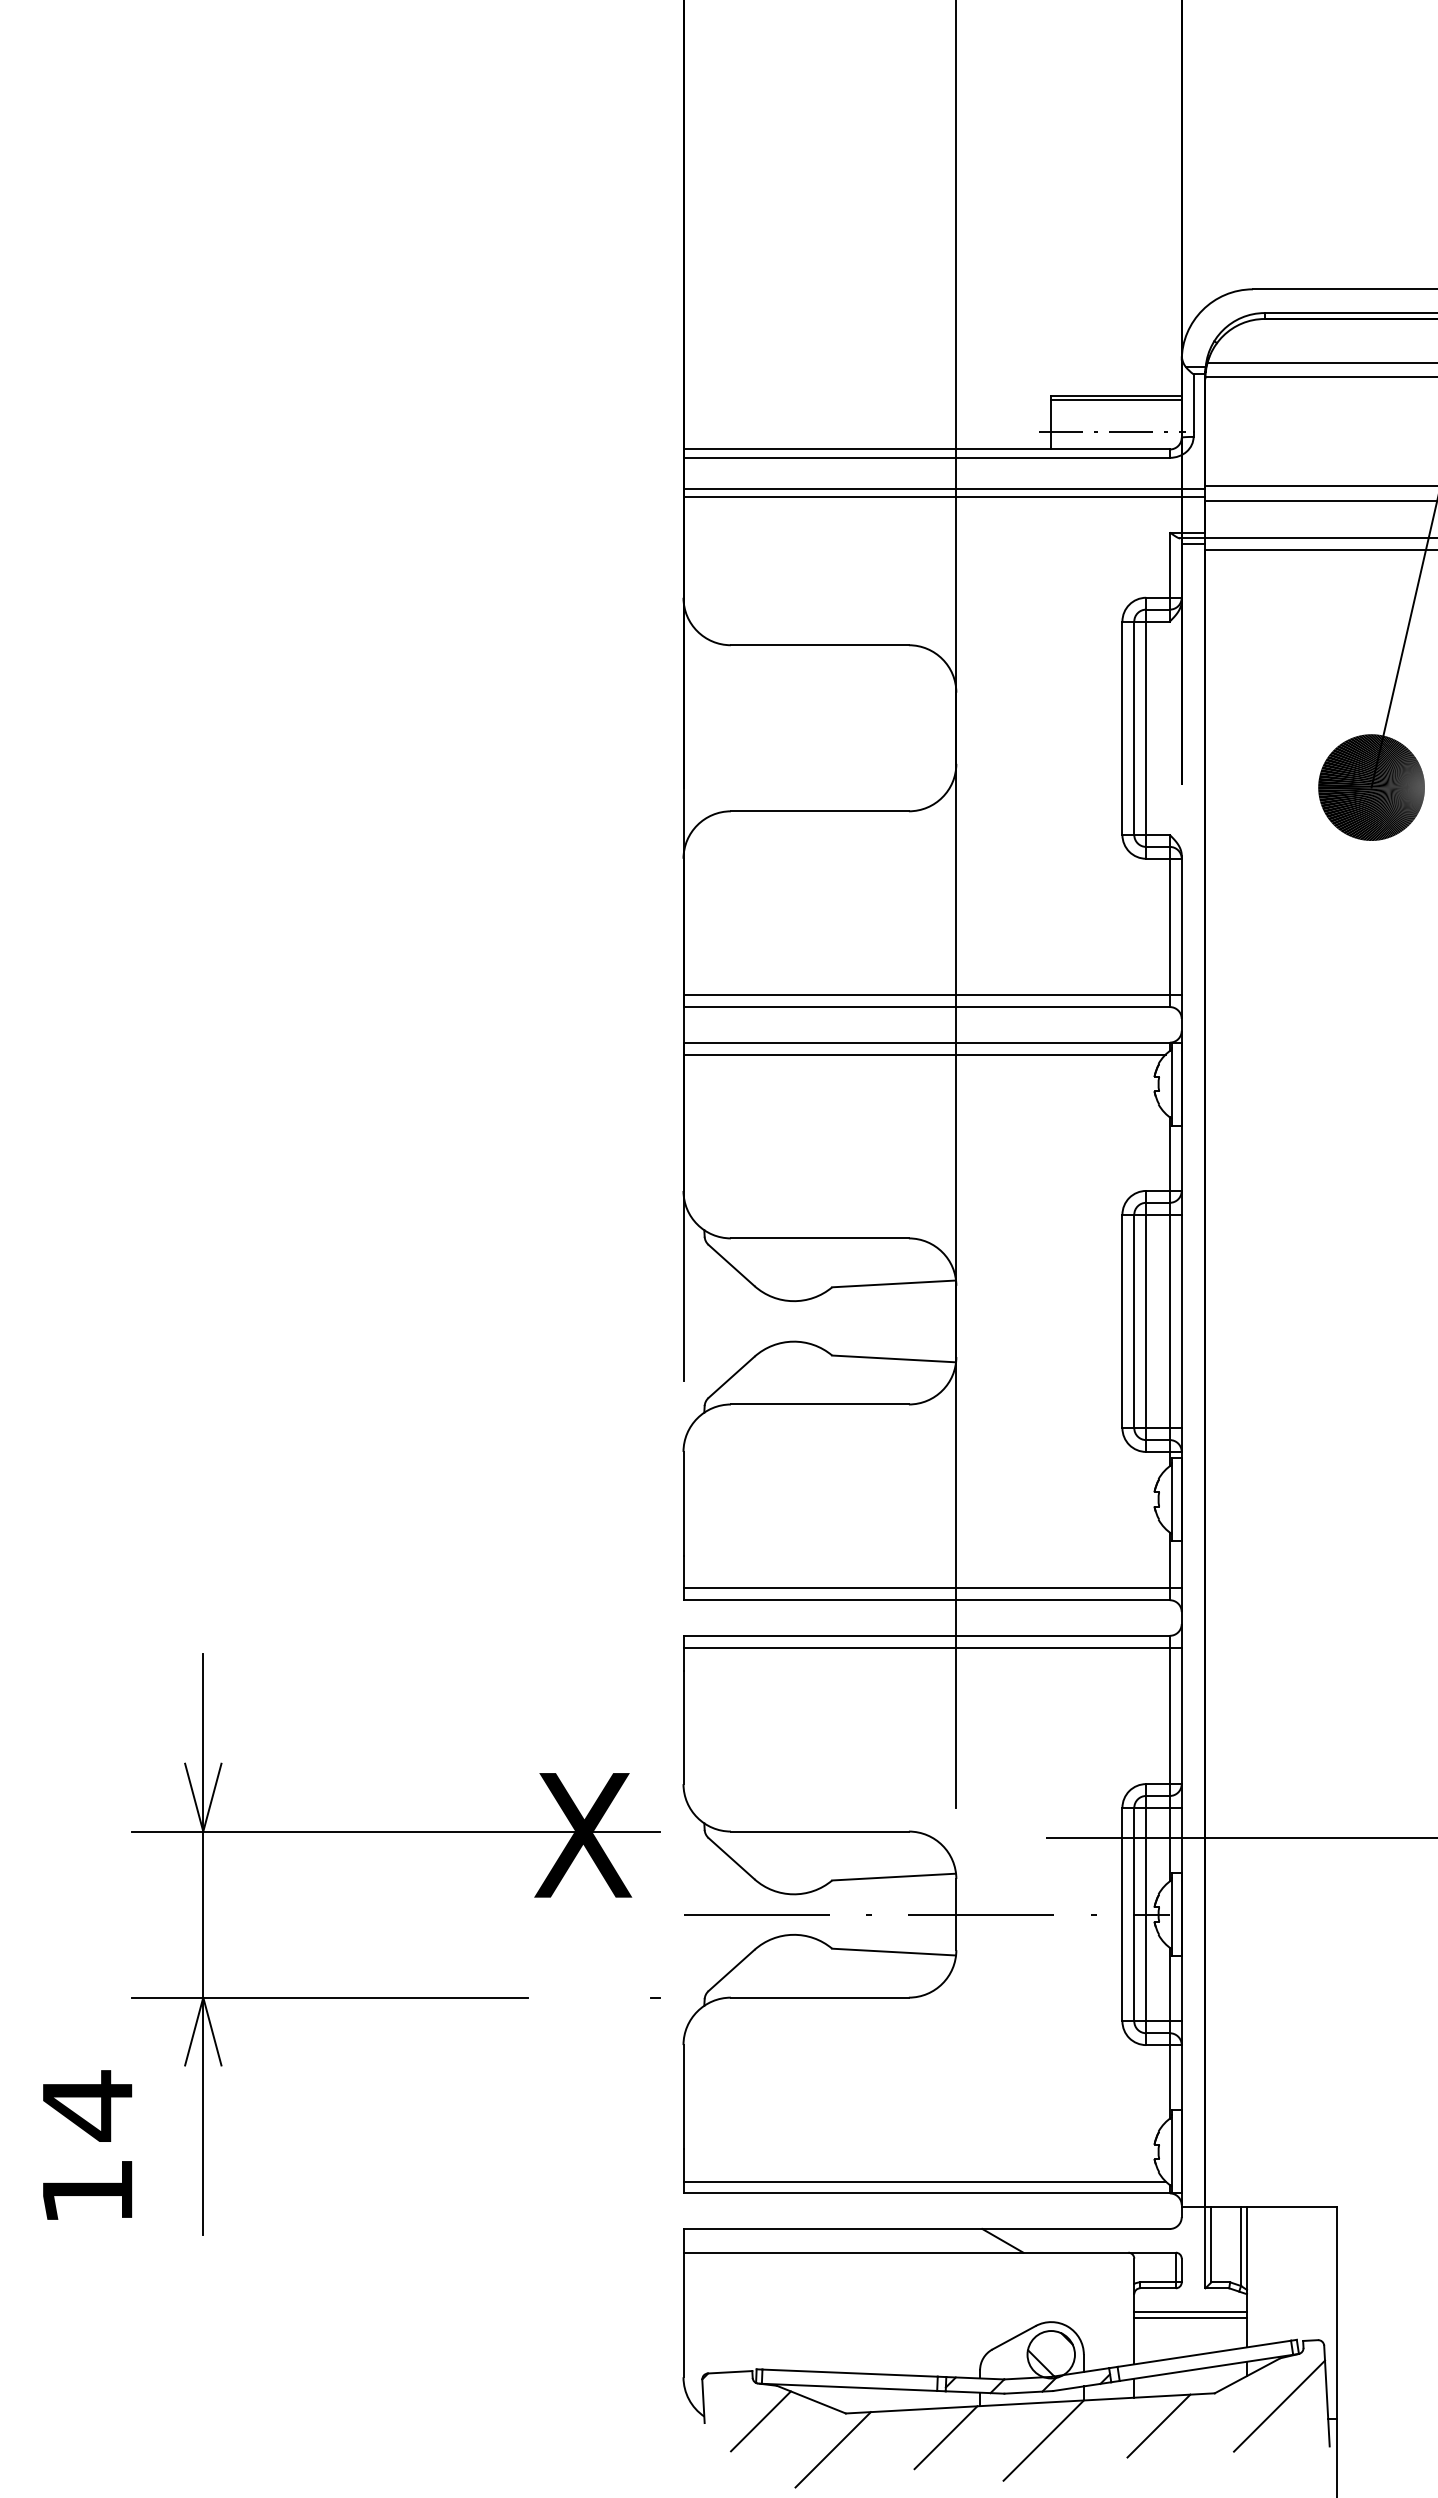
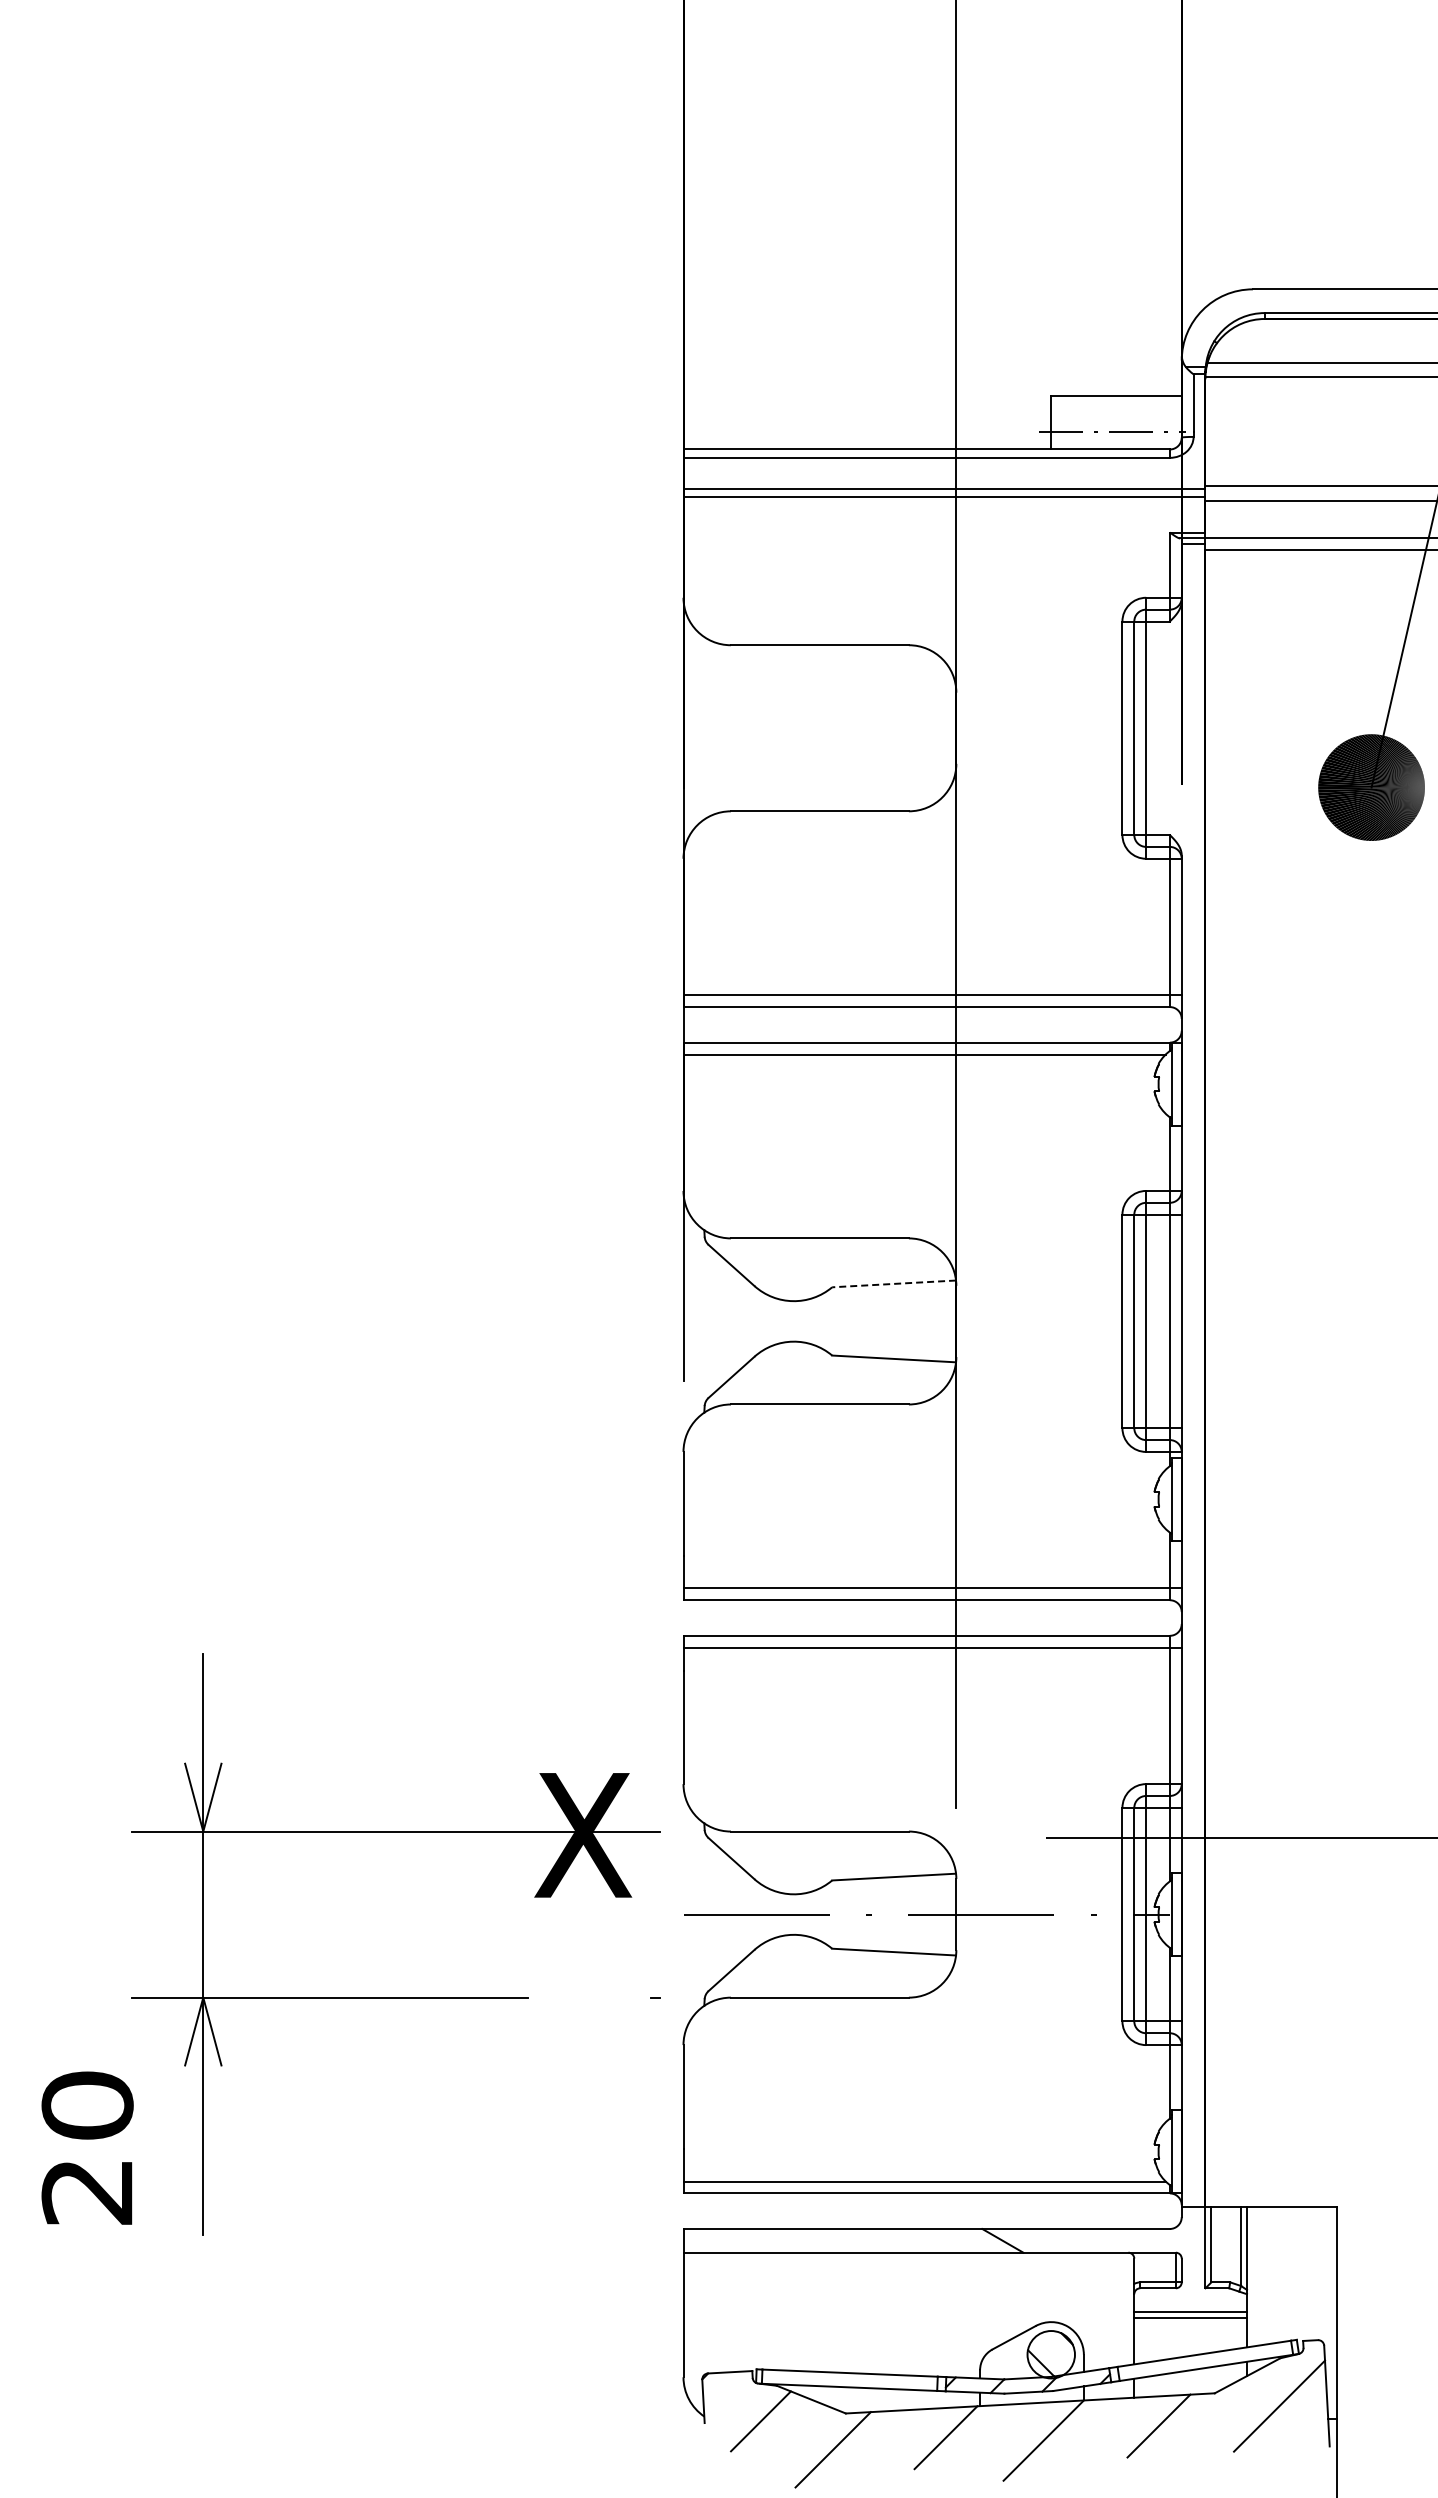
line at (1116, 399): present -> none
line at (893, 1283): solid -> dashed
text at (87, 2147): 14 -> 20
